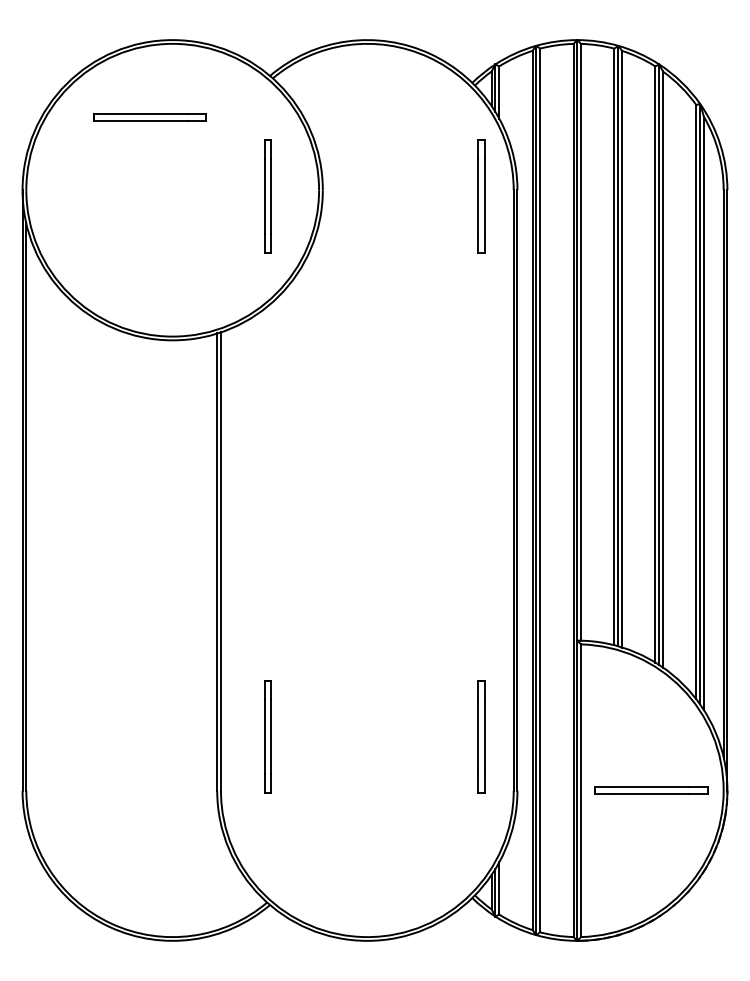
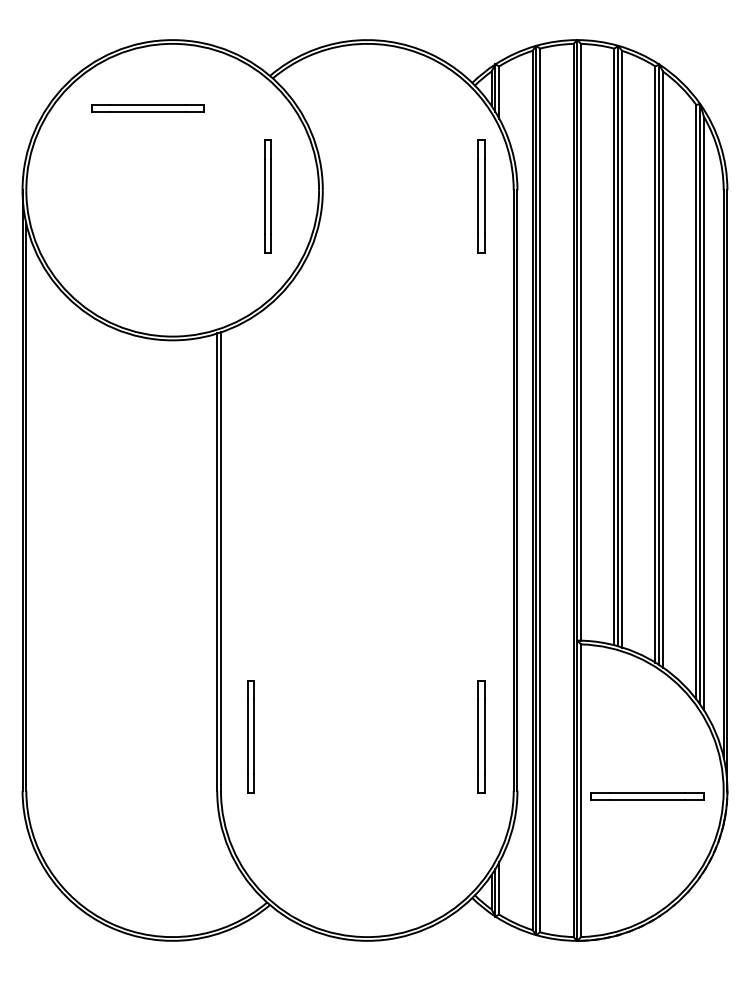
part at (149, 117) position: (149, 117) -> (147, 108)
part at (267, 736) position: (267, 736) -> (250, 736)
part at (651, 790) position: (651, 790) -> (647, 796)
